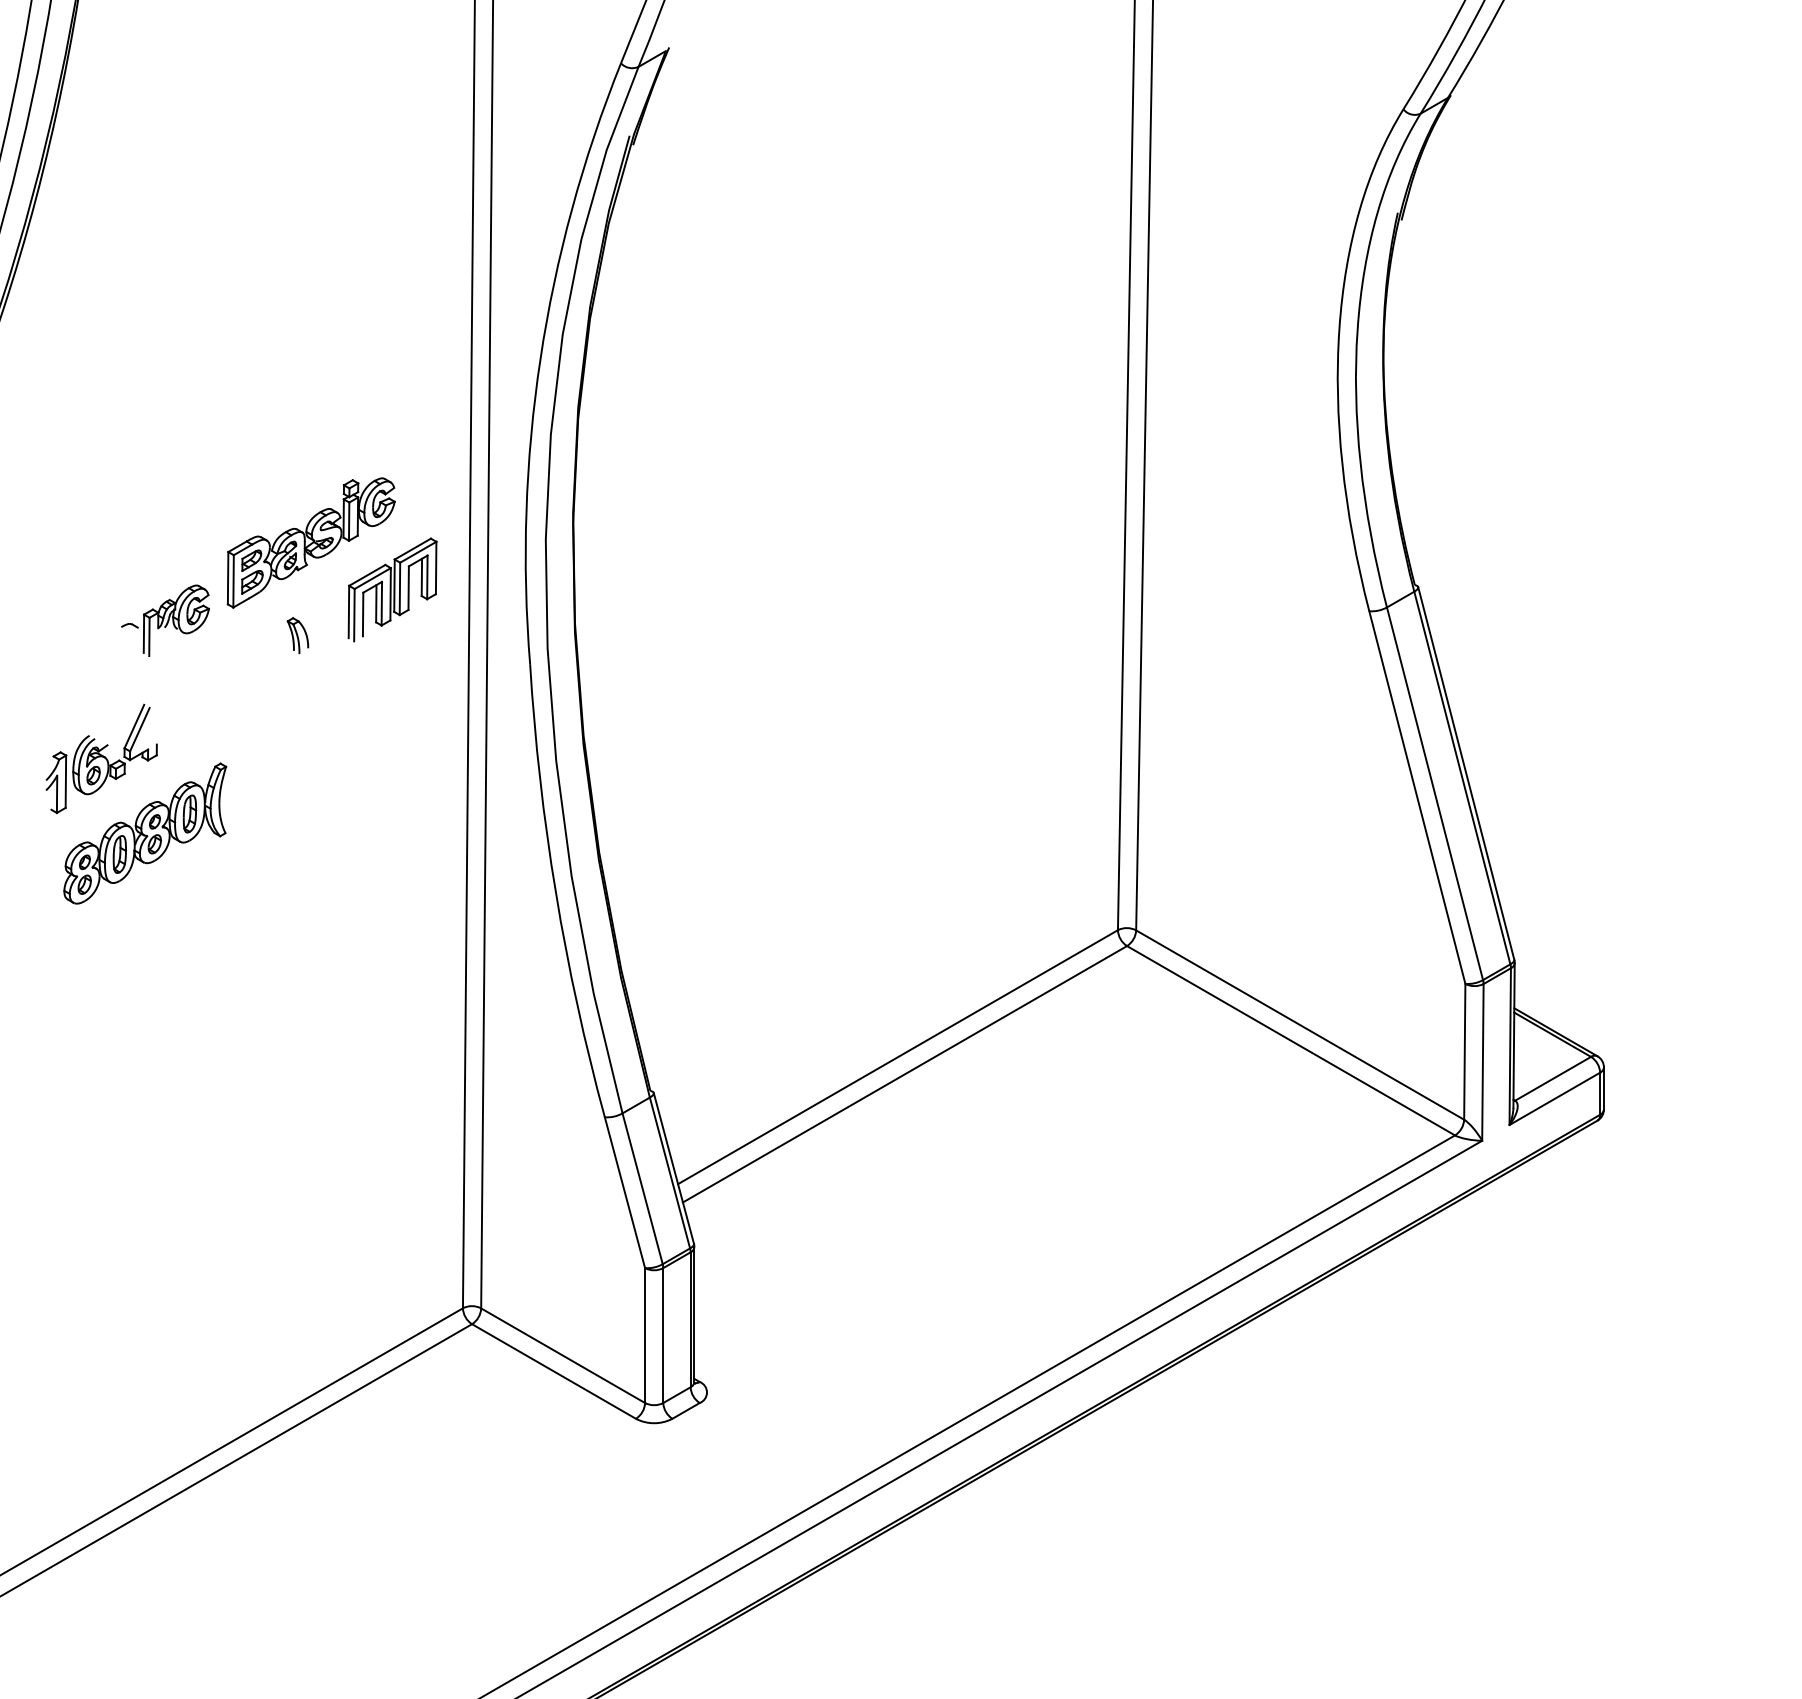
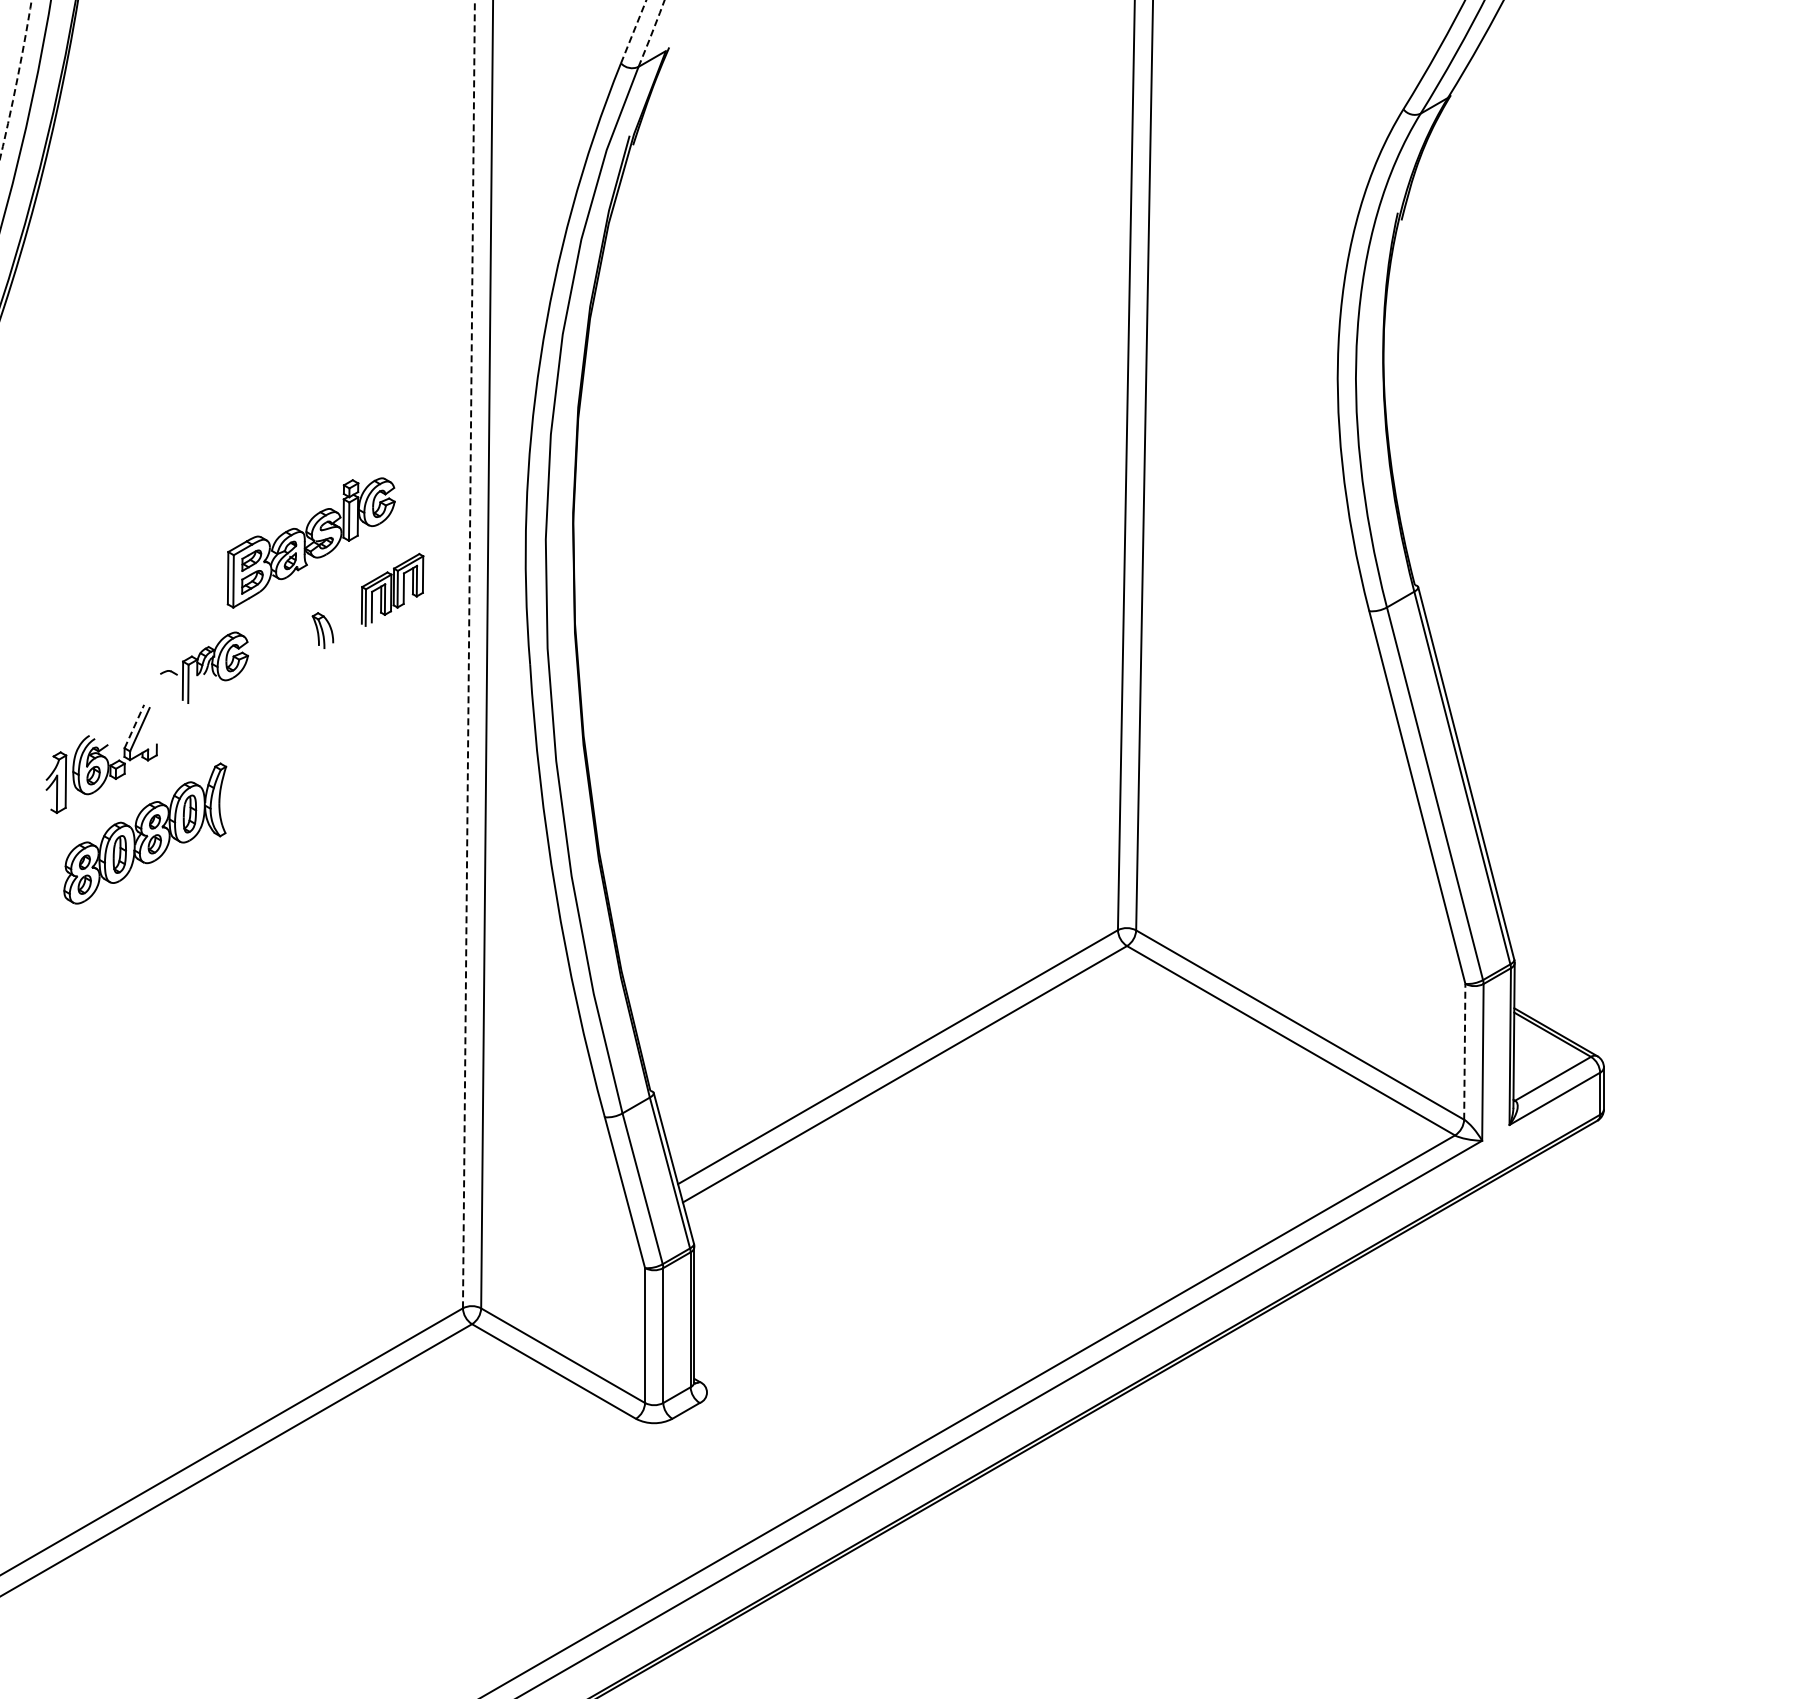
line at (633, 31): solid -> dashed
arc at (651, 33): solid -> dashed
arc at (17, 79): solid -> dashed
part at (392, 589) size: 91x106 px -> 64x75 px
part at (165, 620) position: (165, 620) -> (204, 667)
part at (297, 635) position: (297, 635) -> (322, 630)
line at (468, 654): solid -> dashed
line at (134, 726): solid -> dashed
line at (1464, 1051): solid -> dashed
